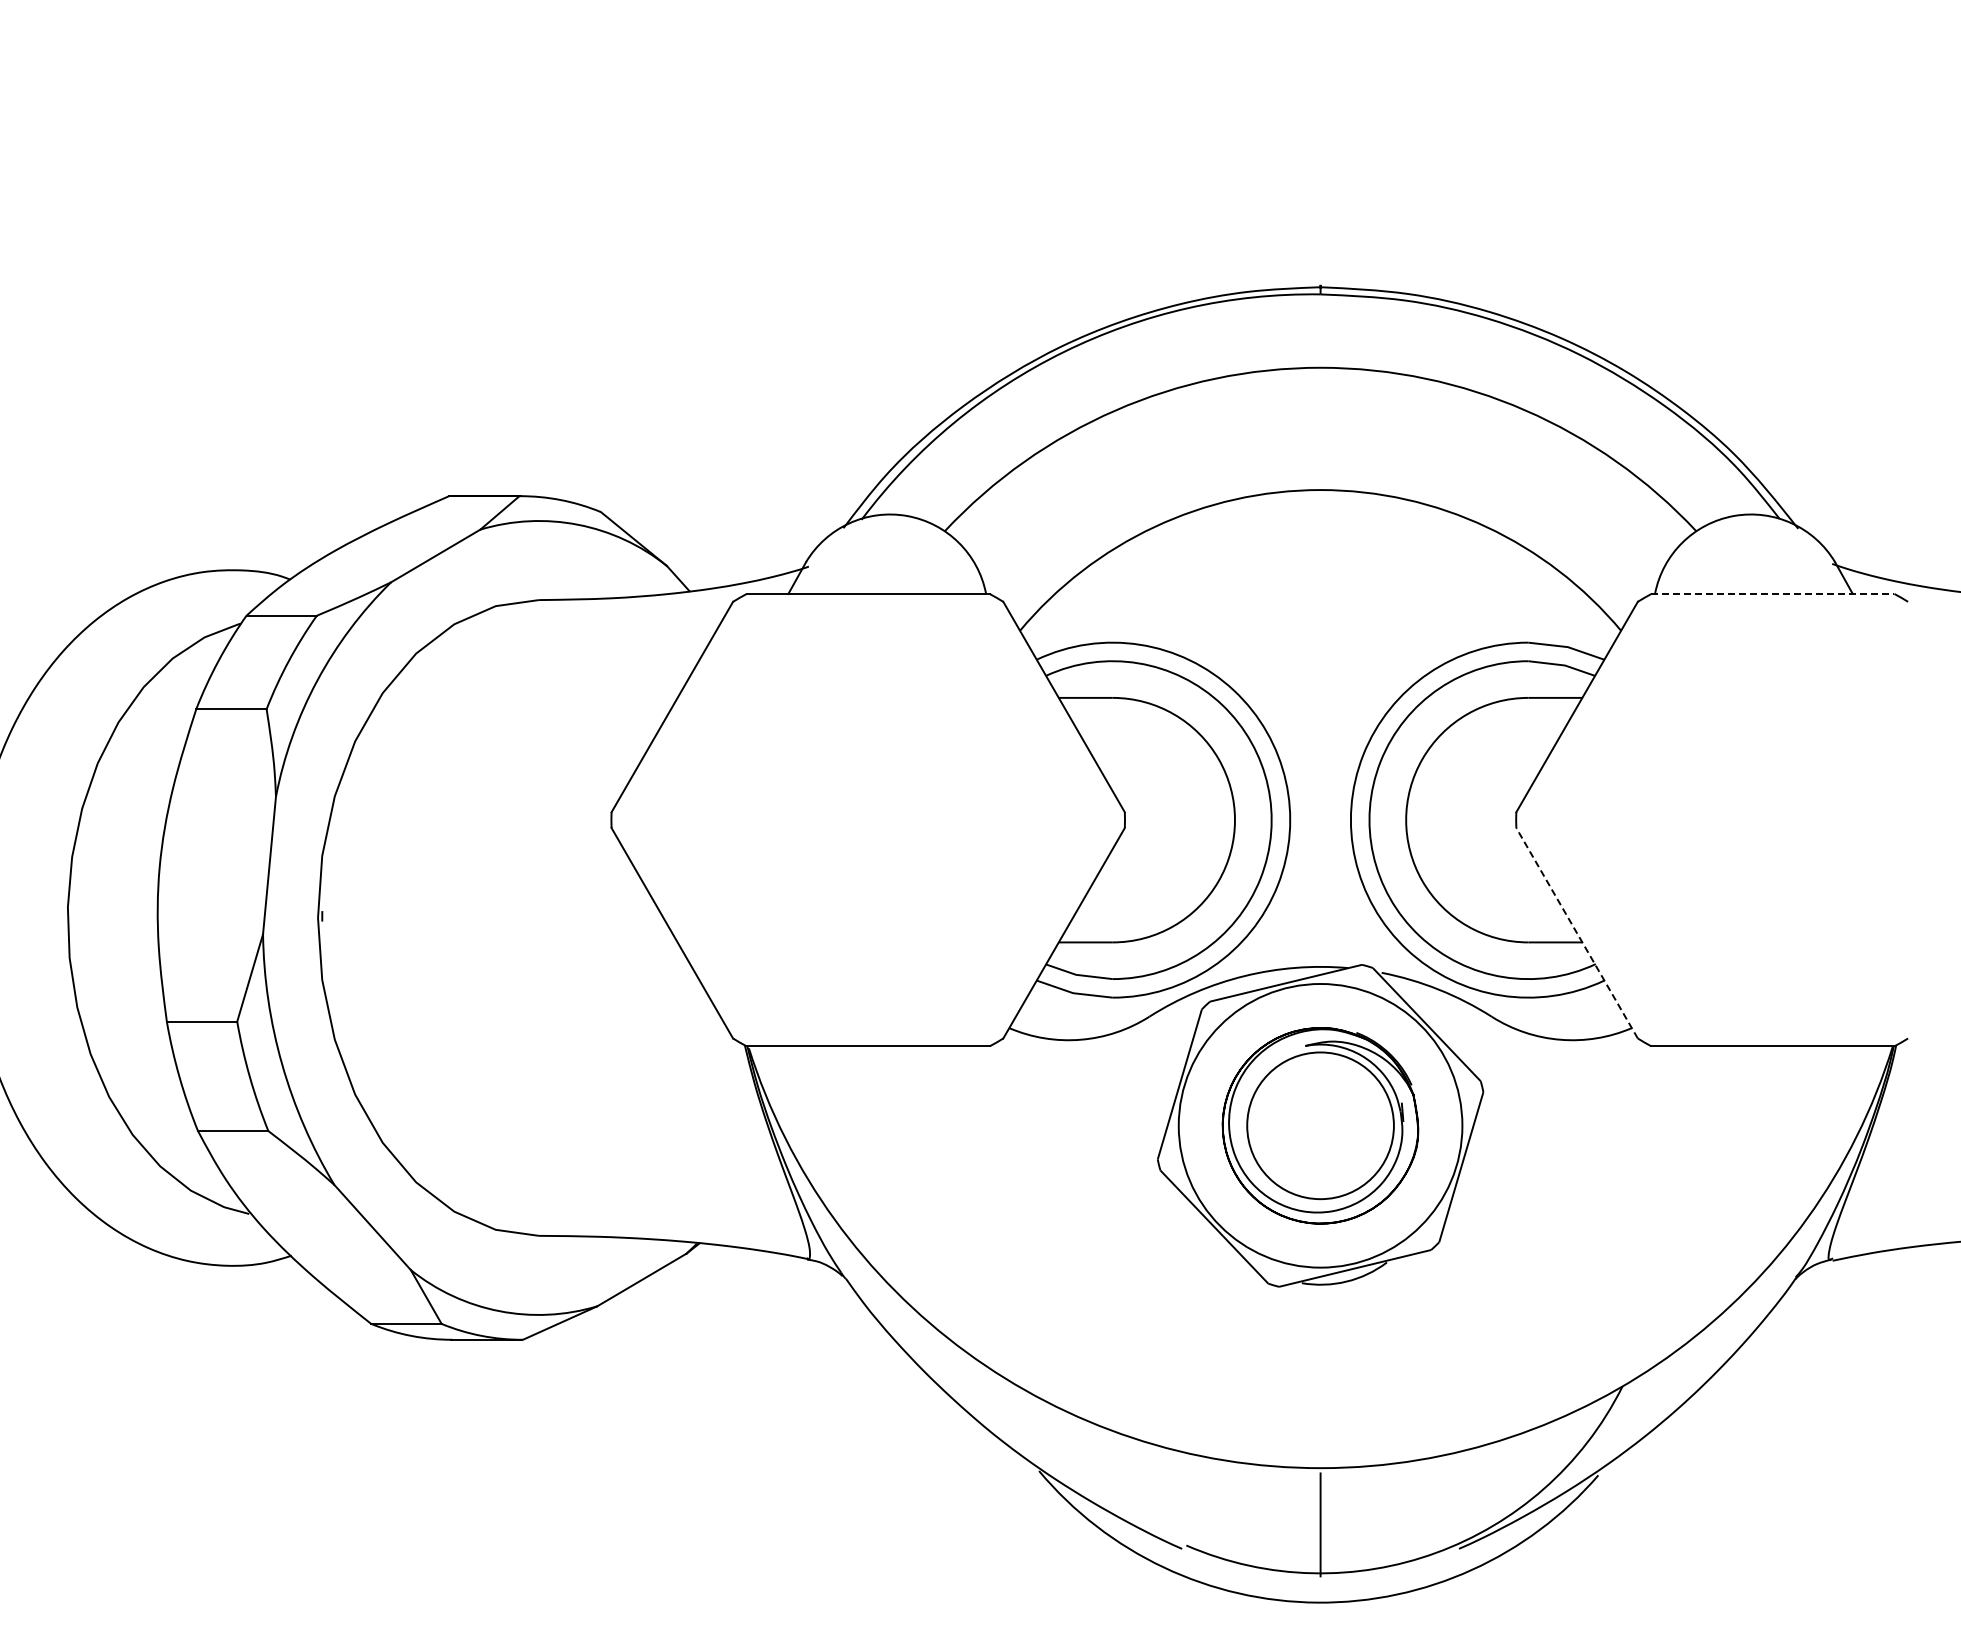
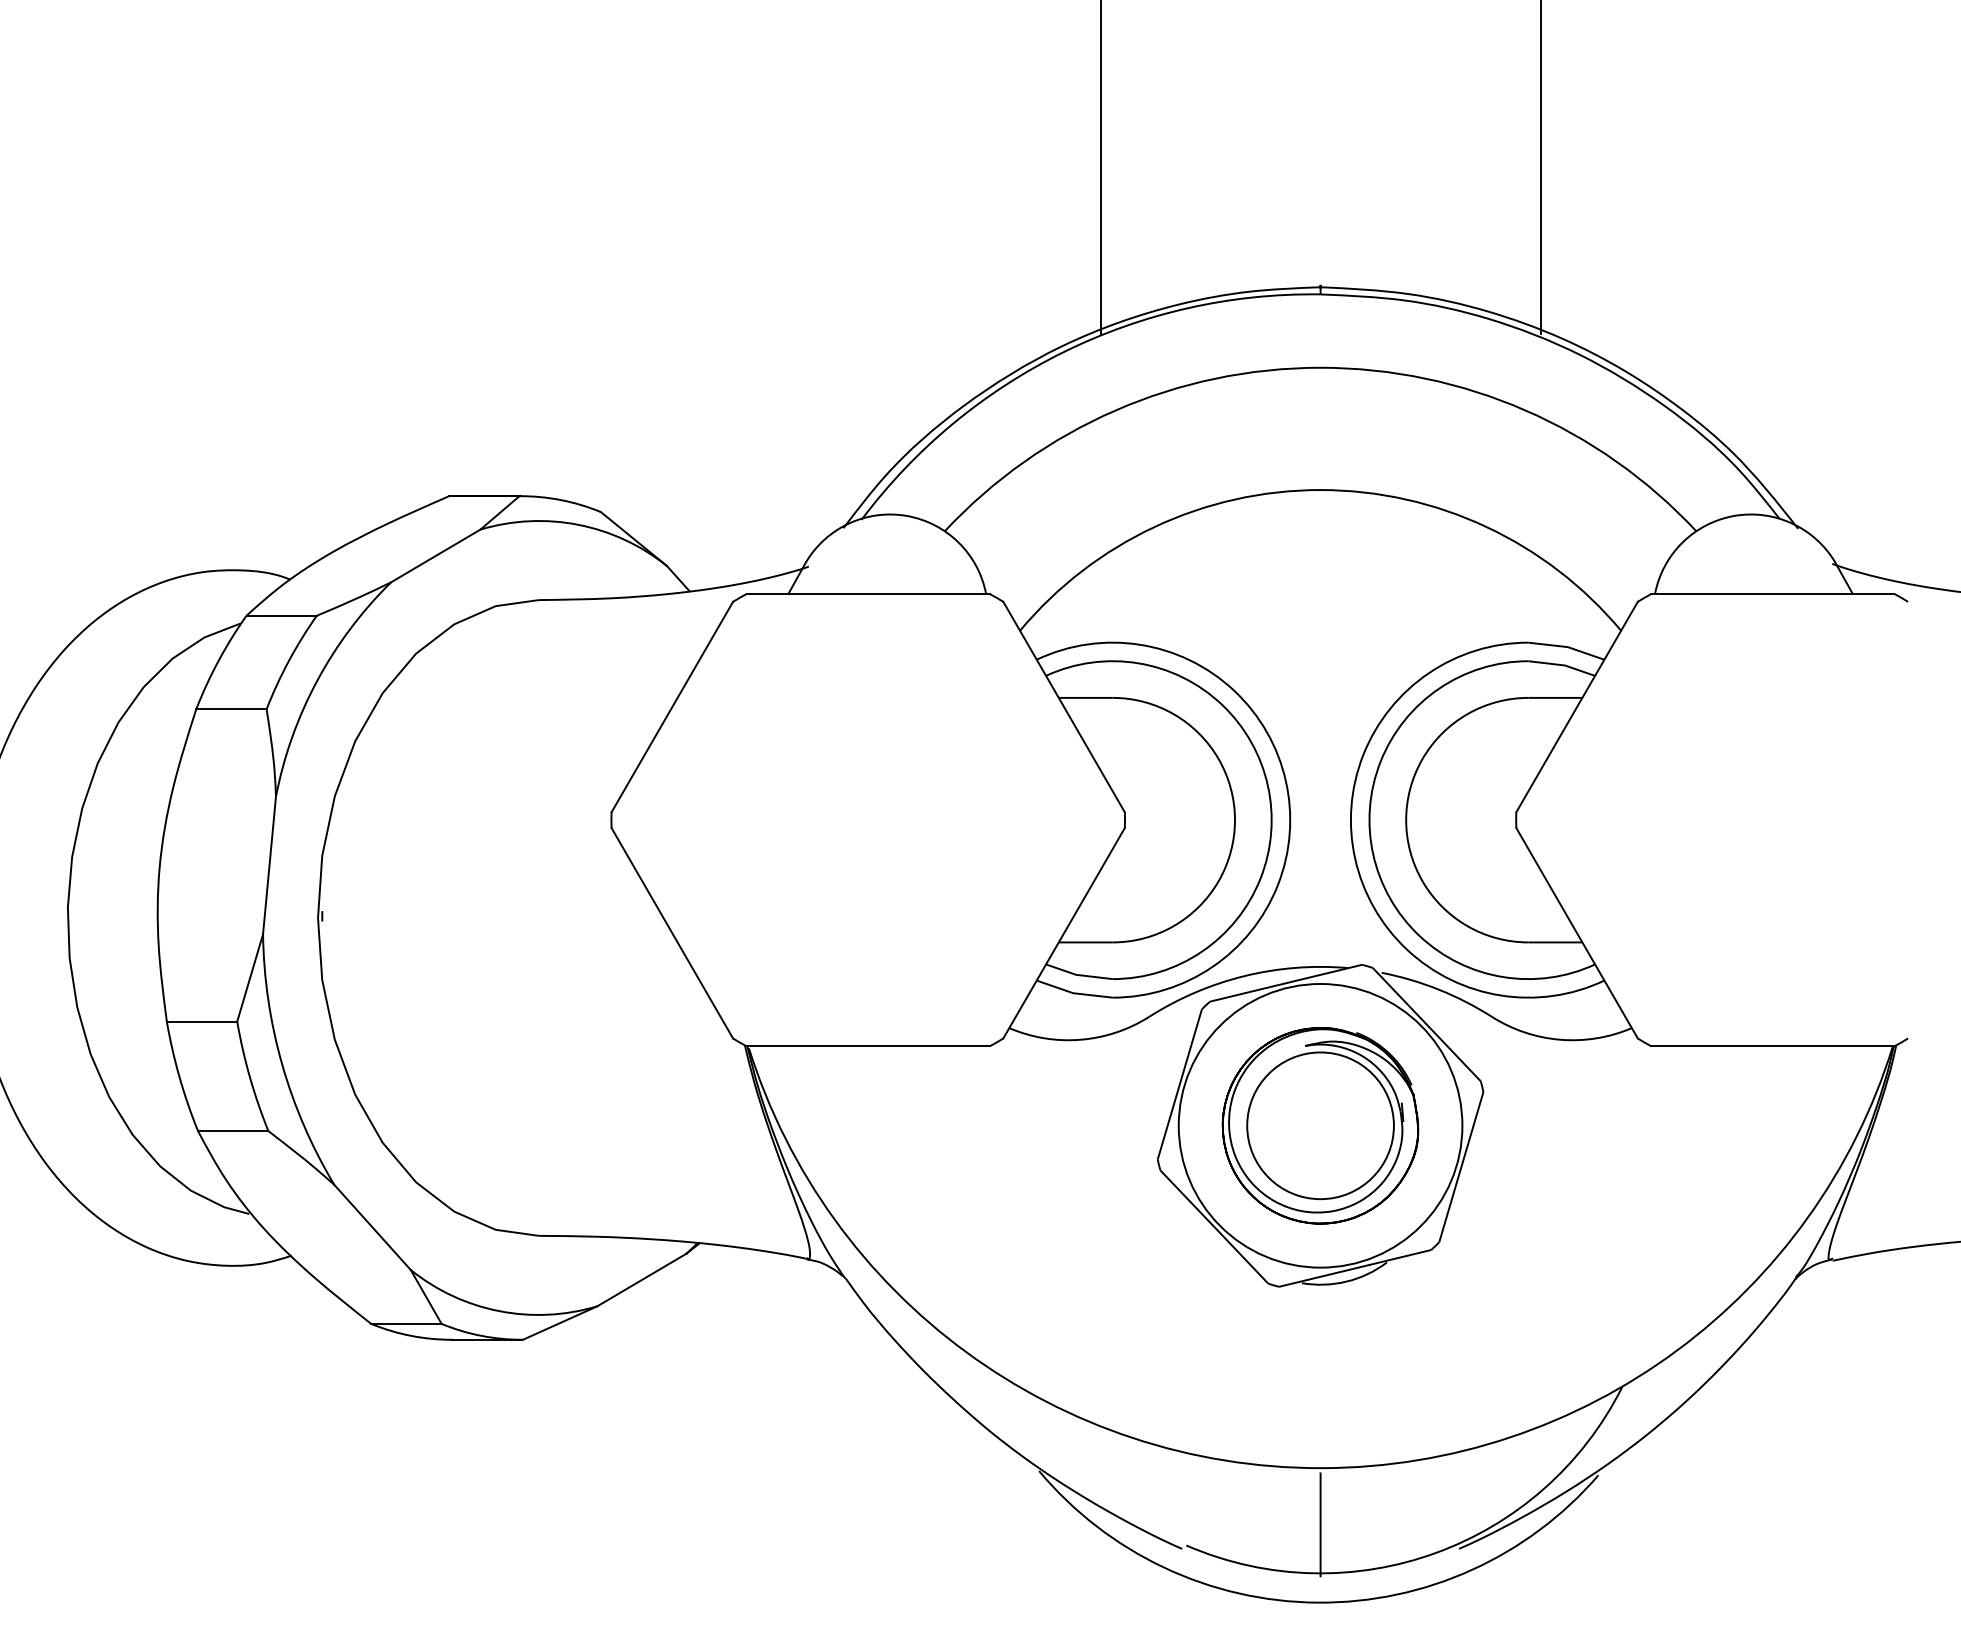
line at (1540, 167): none -> present
line at (1100, 168): none -> present
line at (1772, 593): dashed -> solid
line at (1576, 932): dashed -> solid
